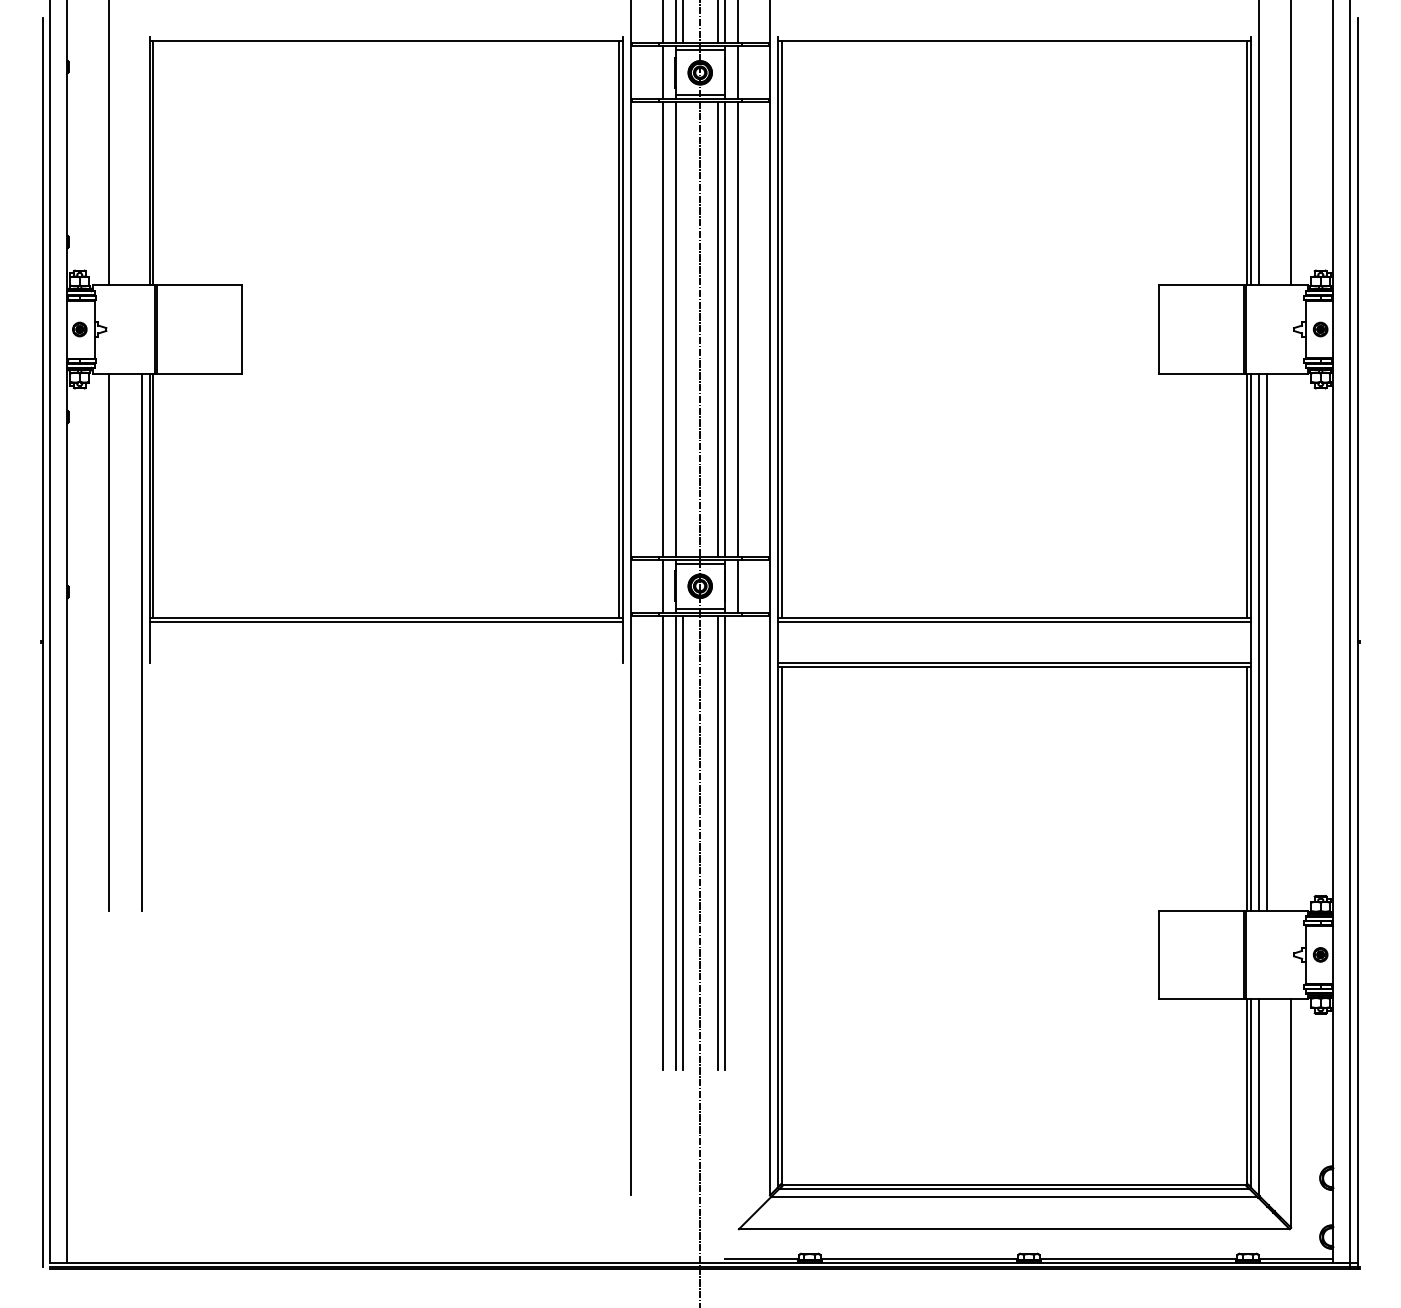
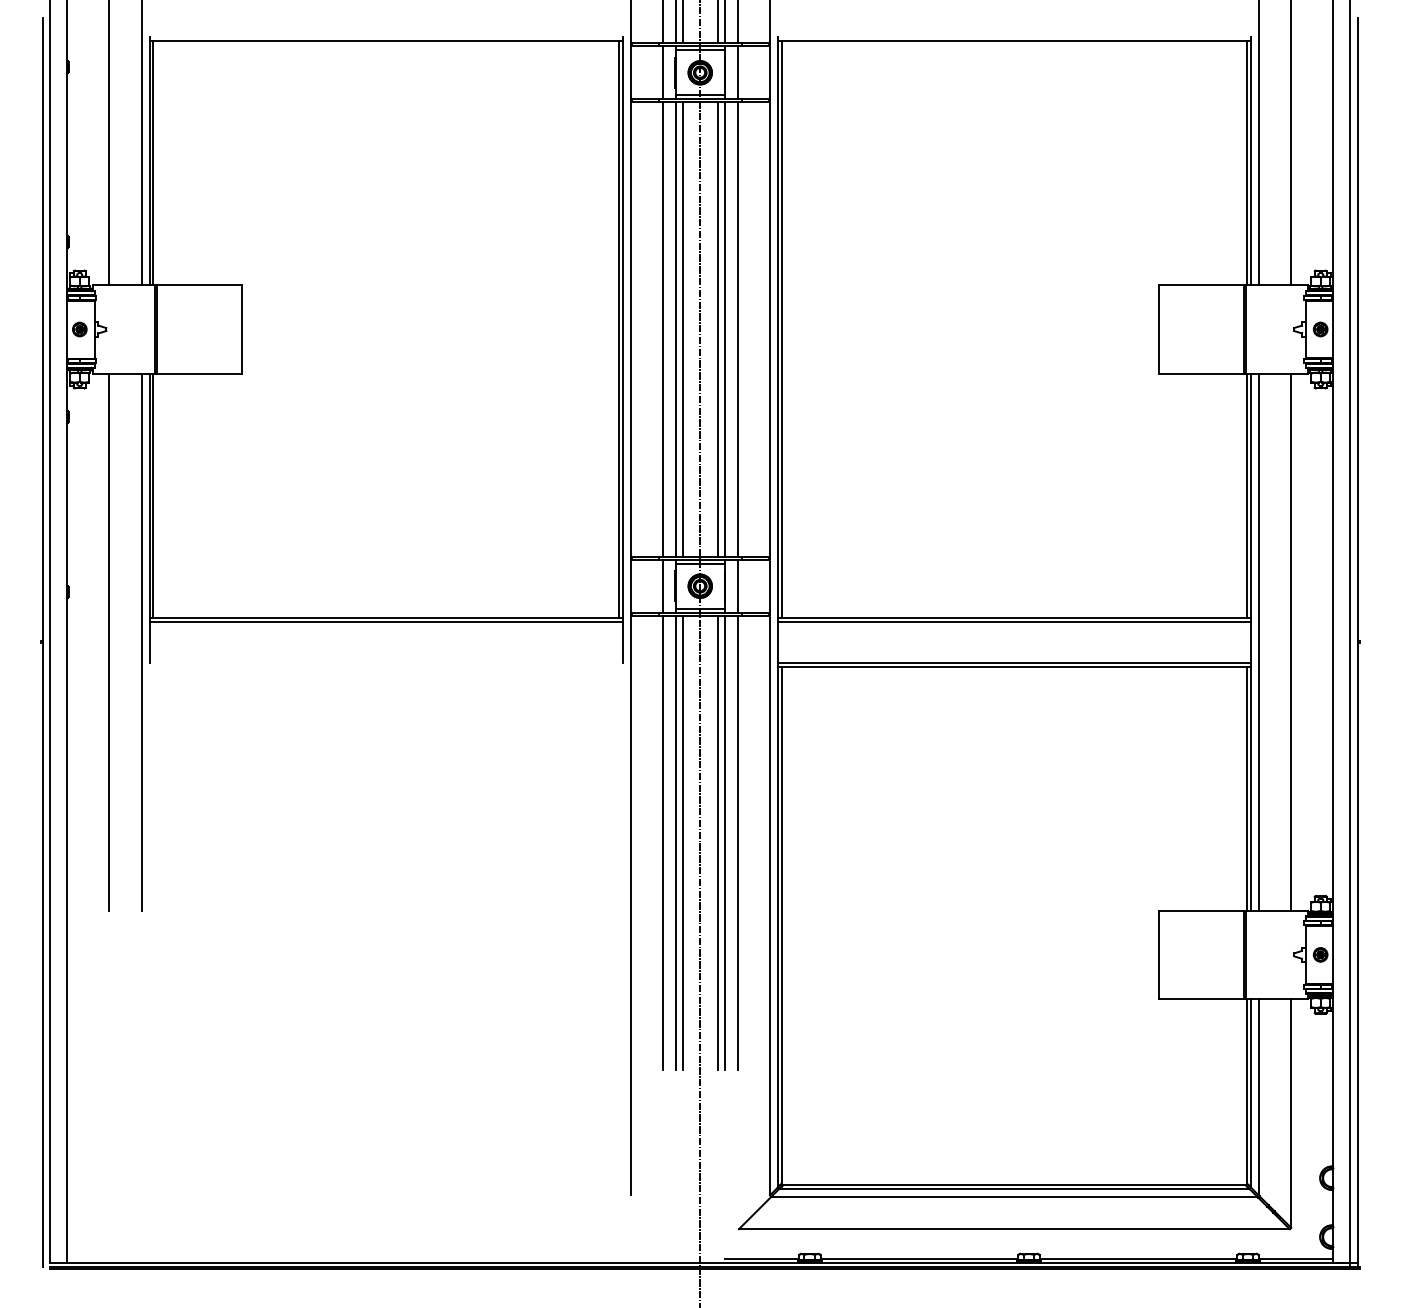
line at (141, 143): none -> present
line at (682, 329): none -> present
line at (1267, 641) position: (1267, 641) -> (1291, 641)
line at (737, 842): none -> present
